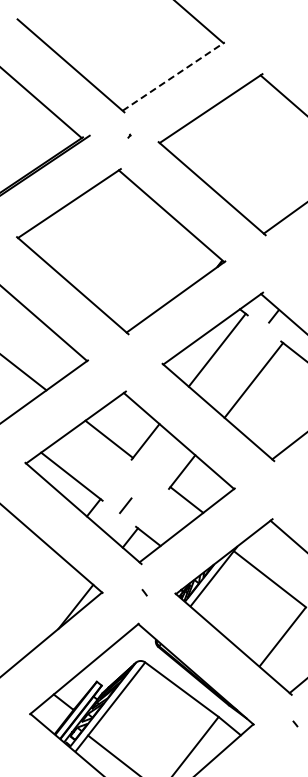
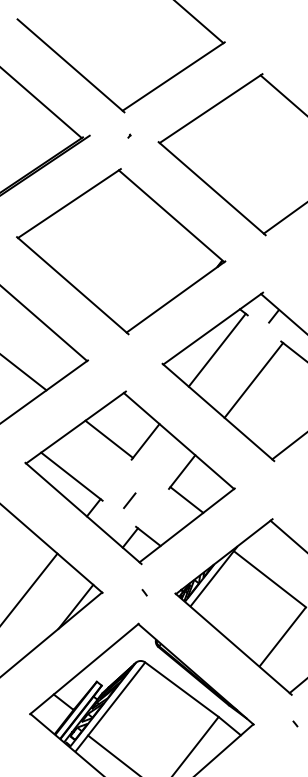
line at (174, 76): dashed -> solid
line at (125, 505) position: (125, 505) -> (129, 500)
line at (29, 588): none -> present
